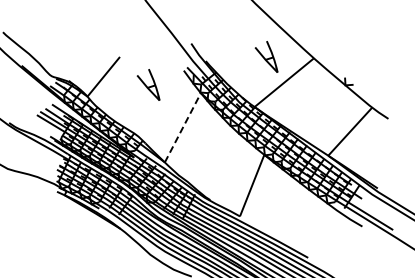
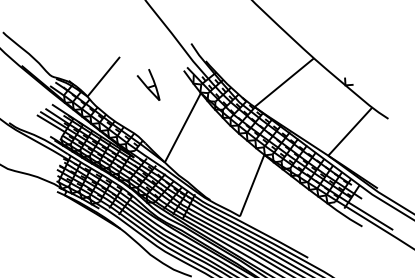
part at (266, 56): present -> none
line at (183, 127): dashed -> solid
